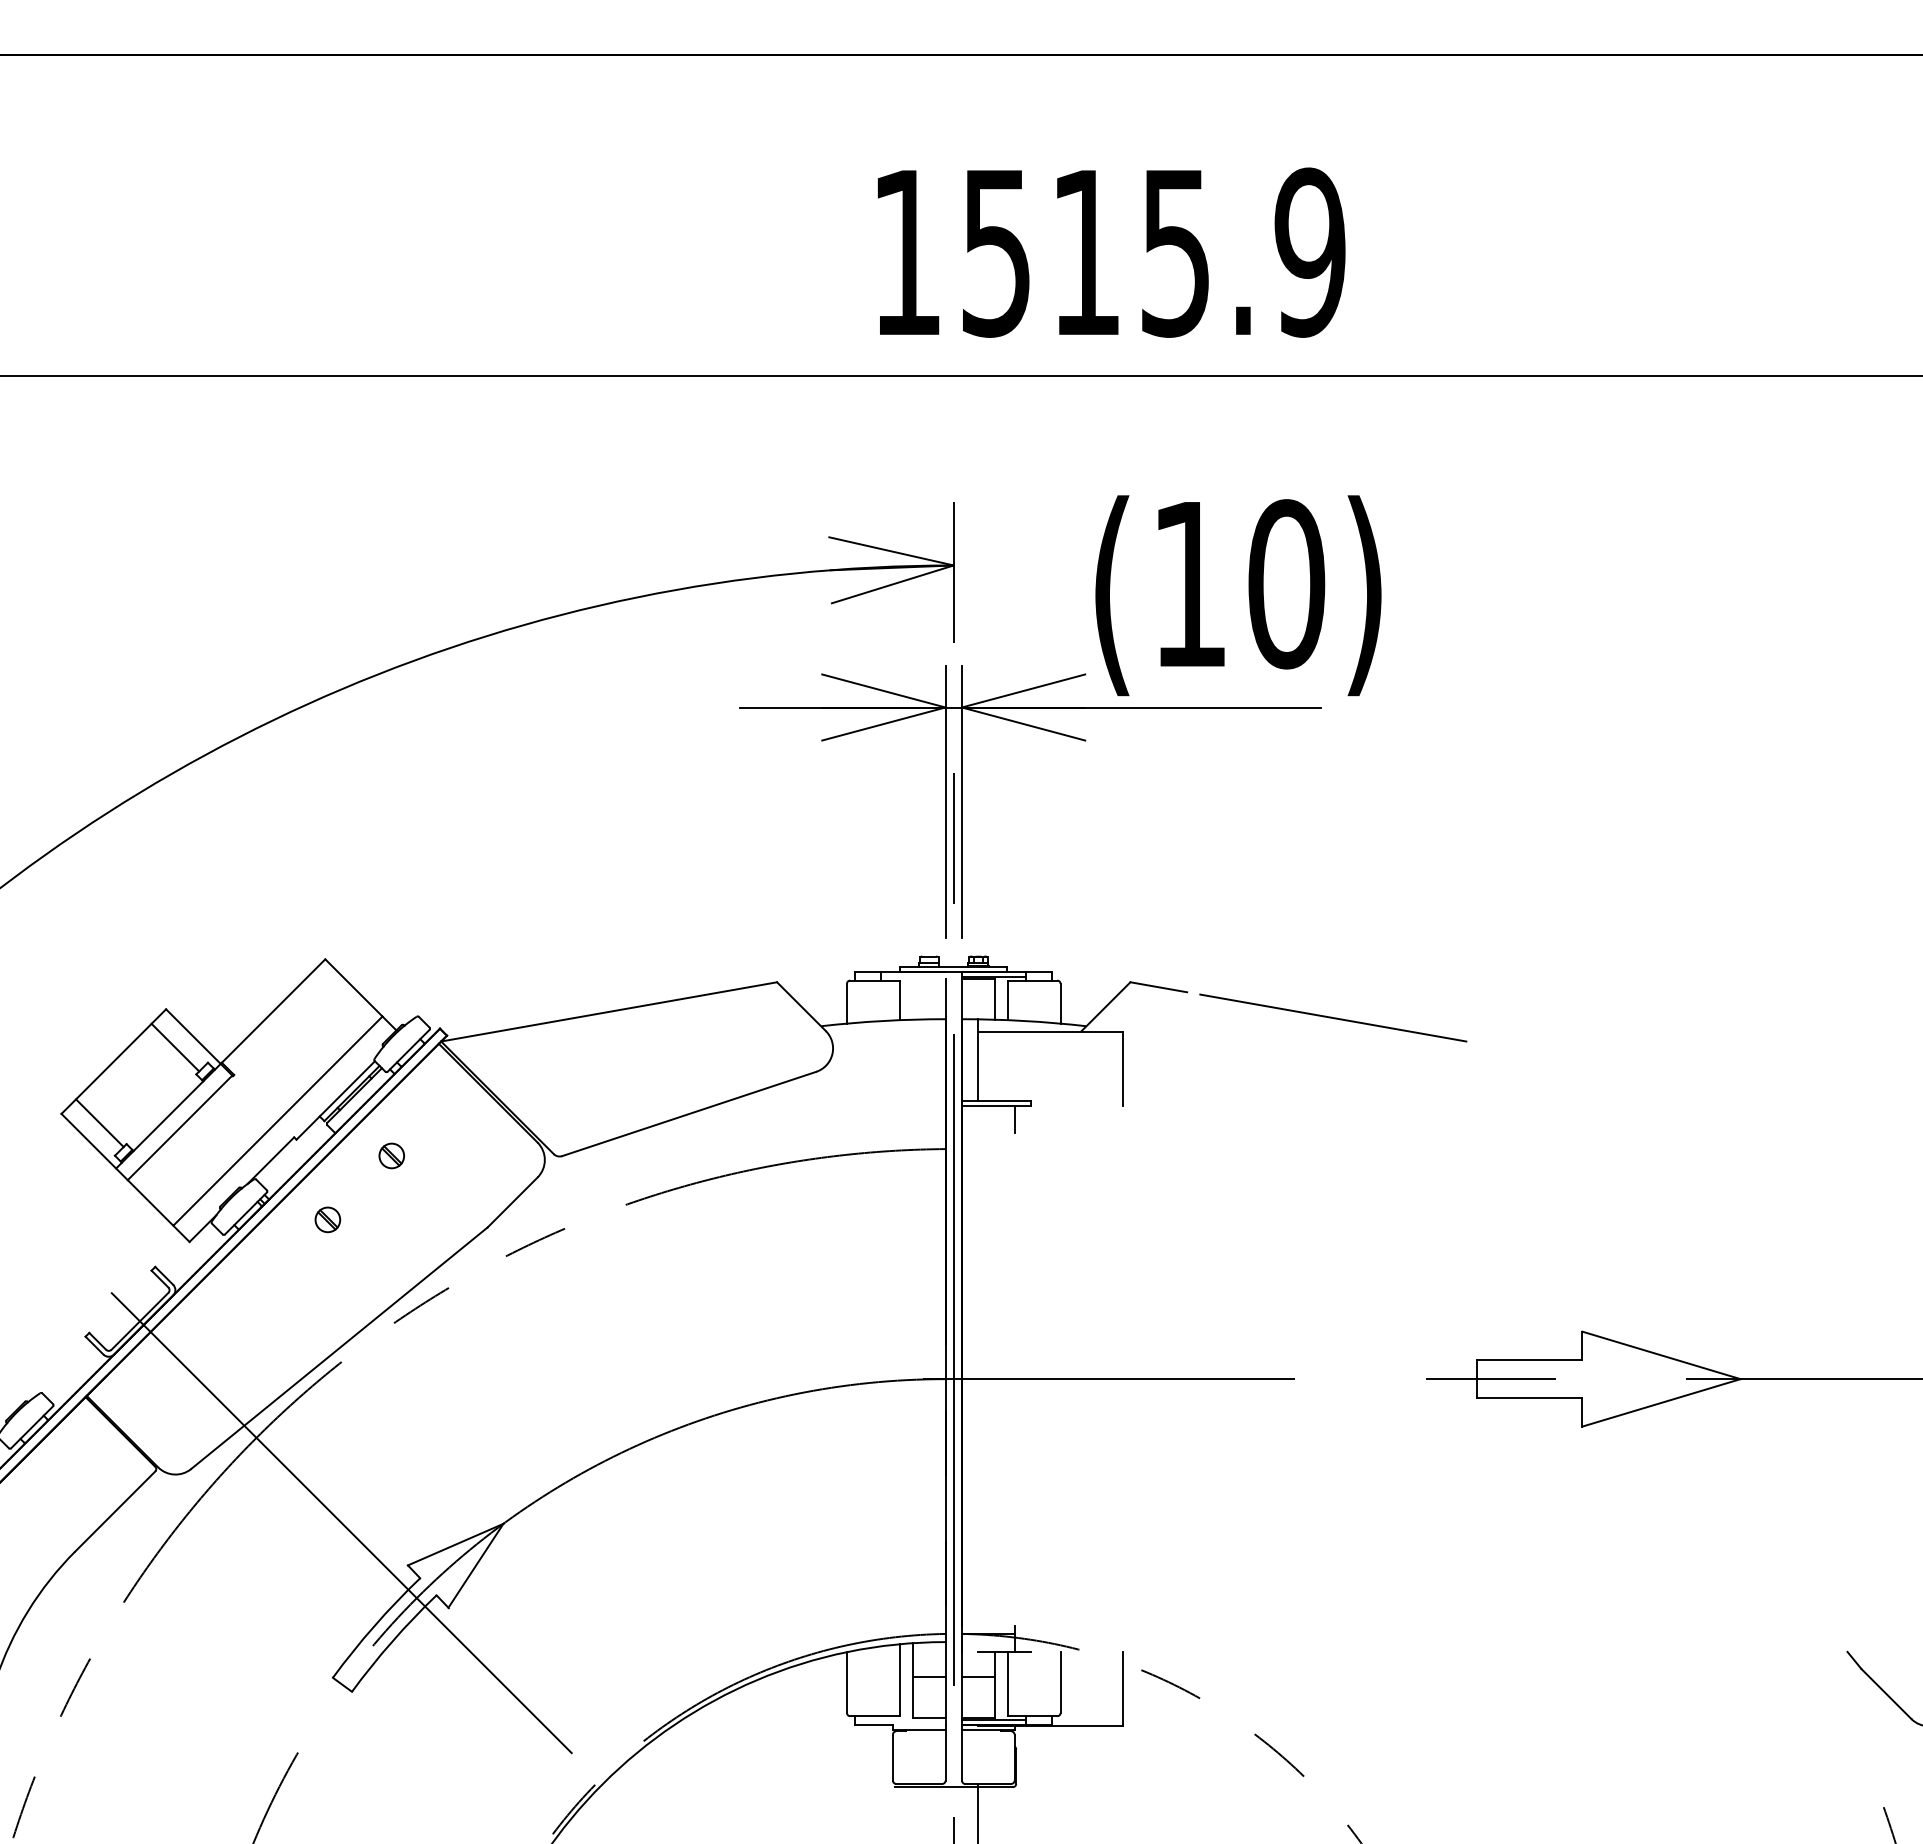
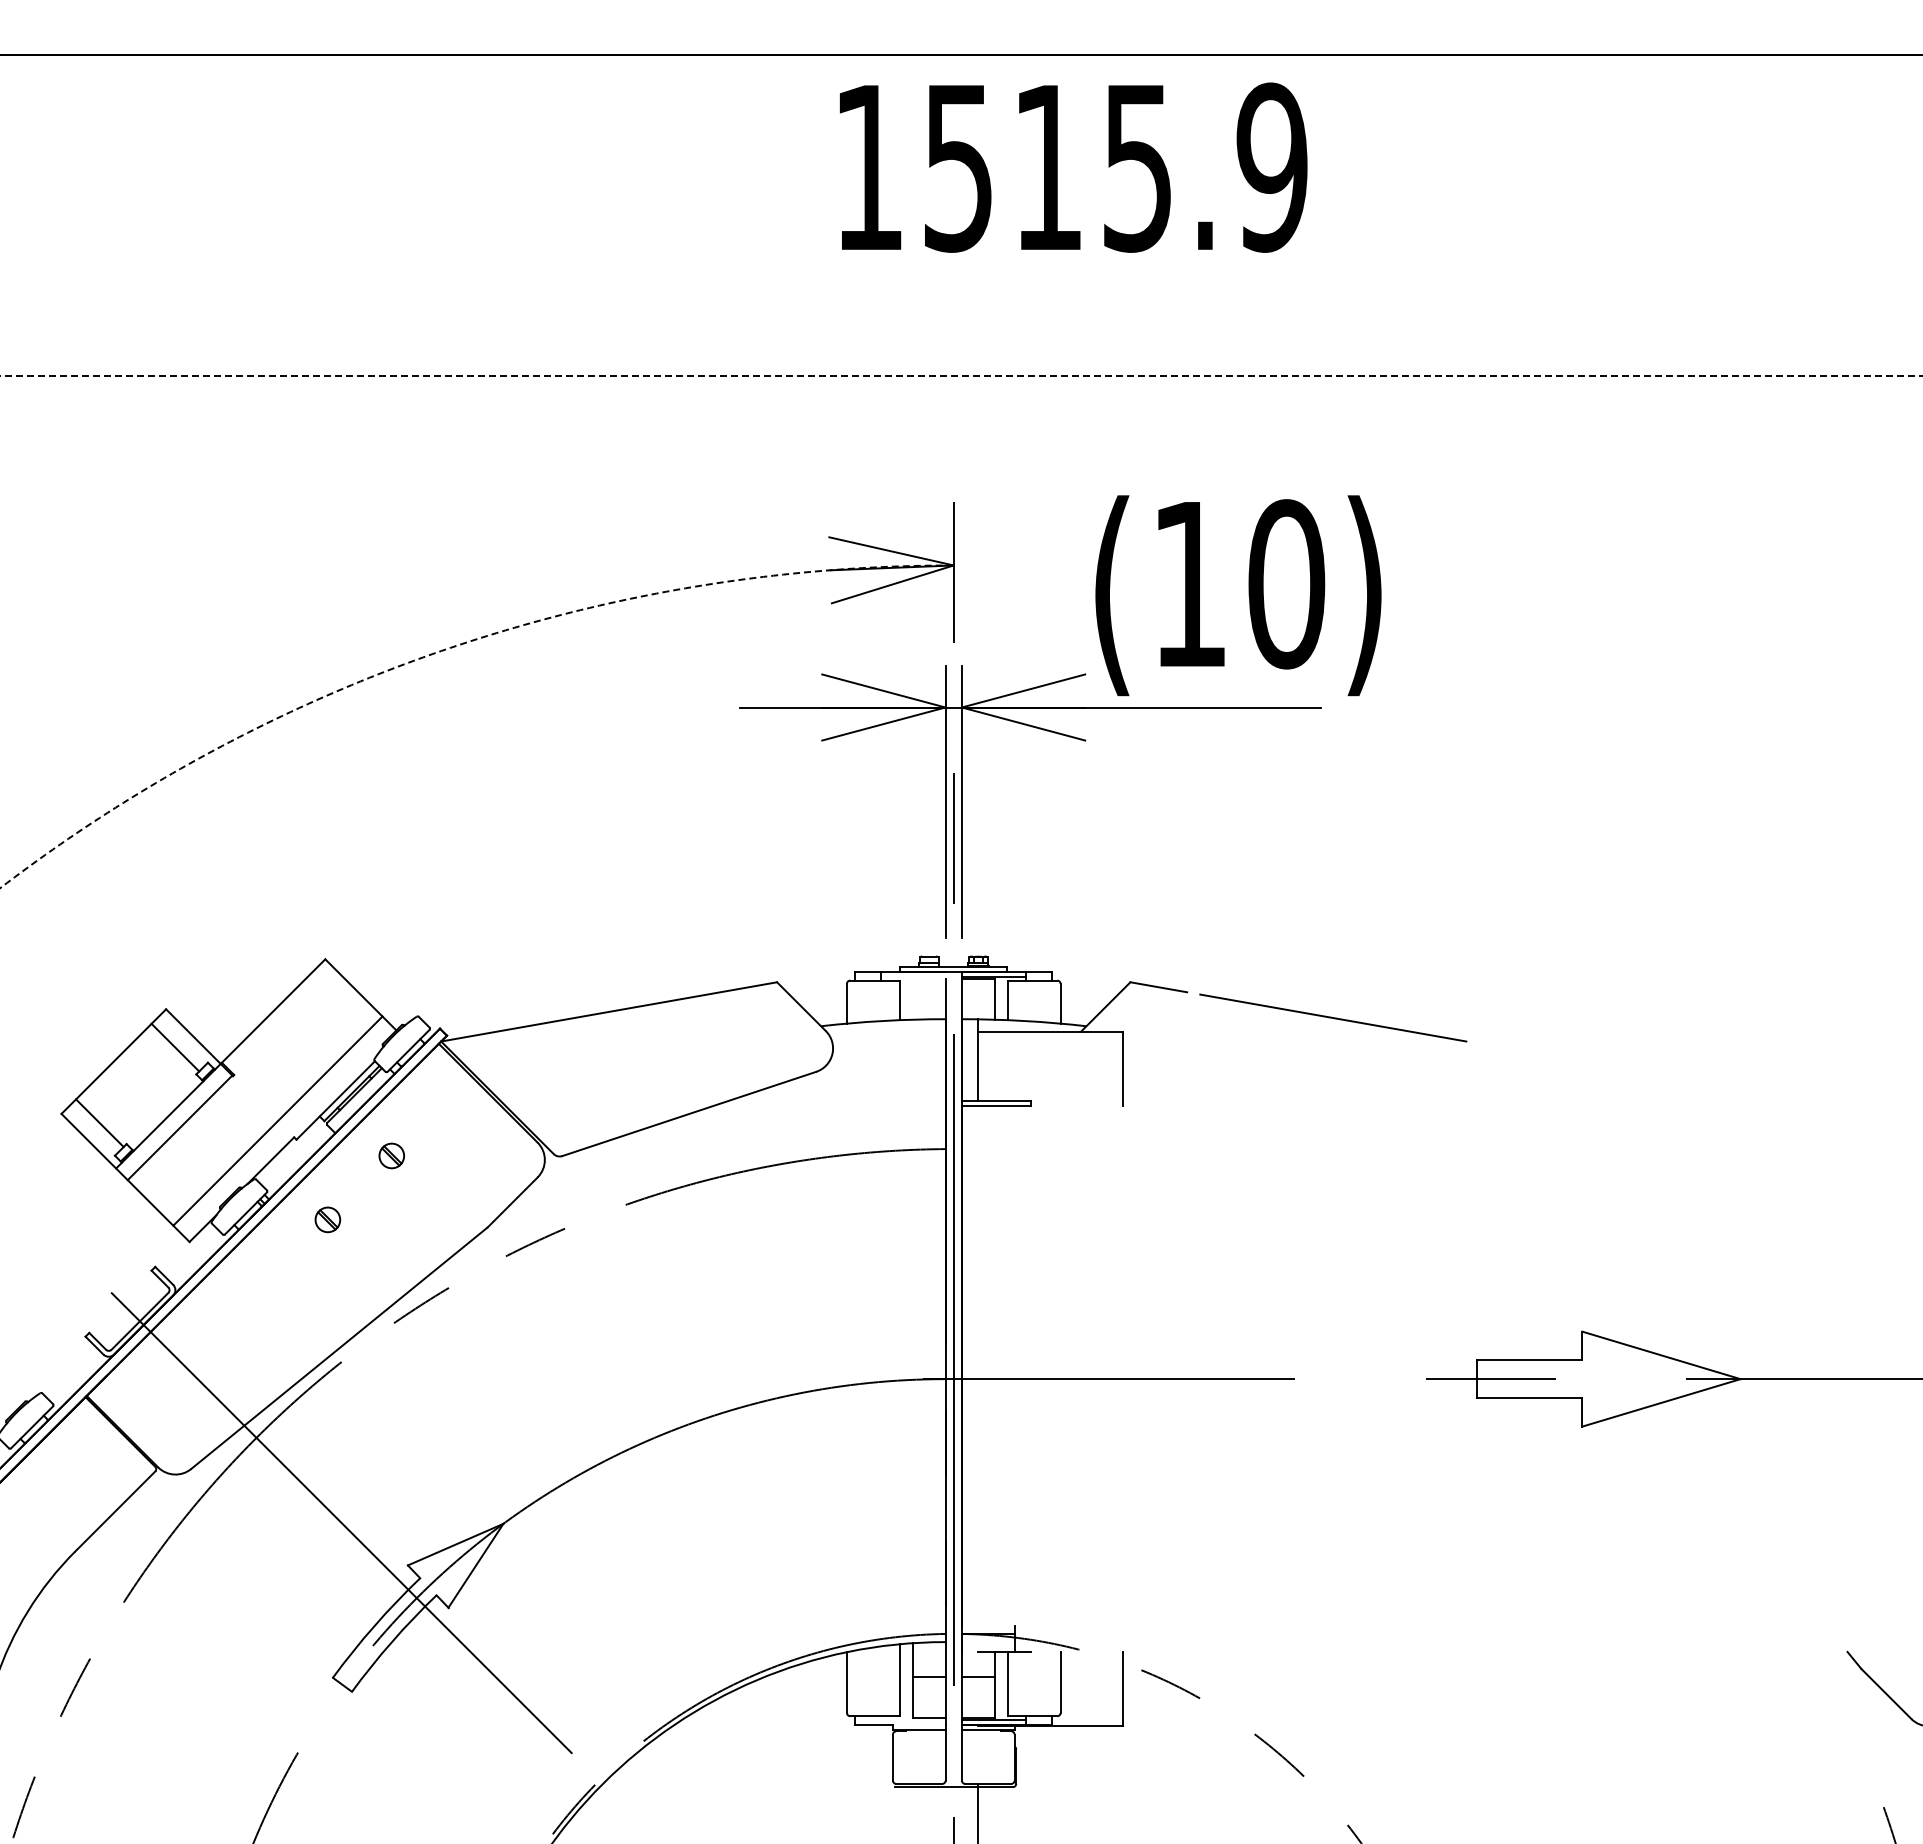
text at (1111, 252) position: (1111, 252) -> (1073, 167)
line at (962, 375): solid -> dashed
arc at (450, 647): solid -> dashed
line at (1014, 1119): present -> none
